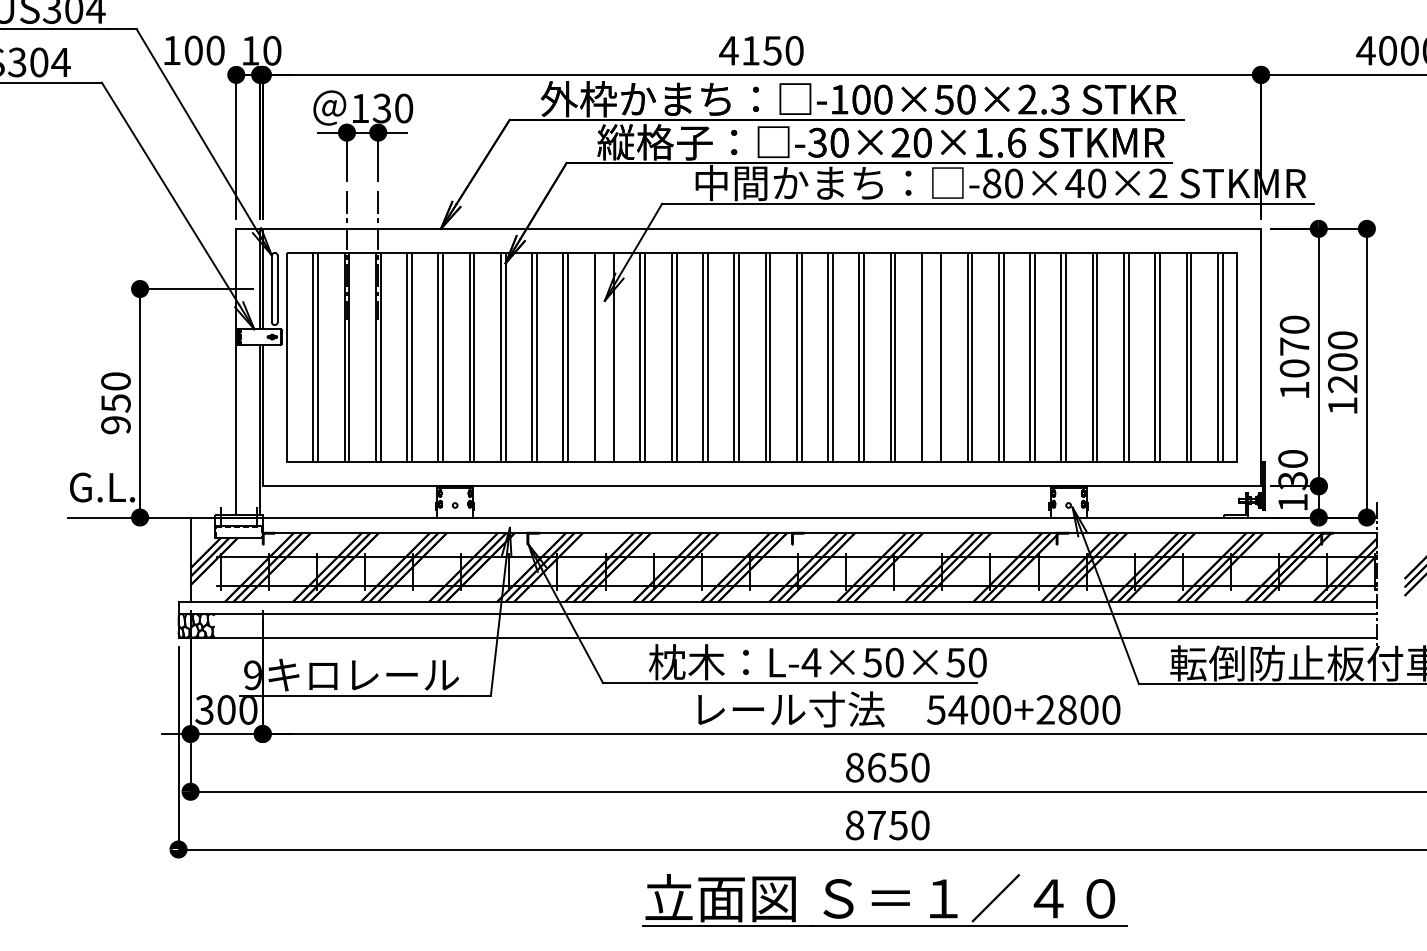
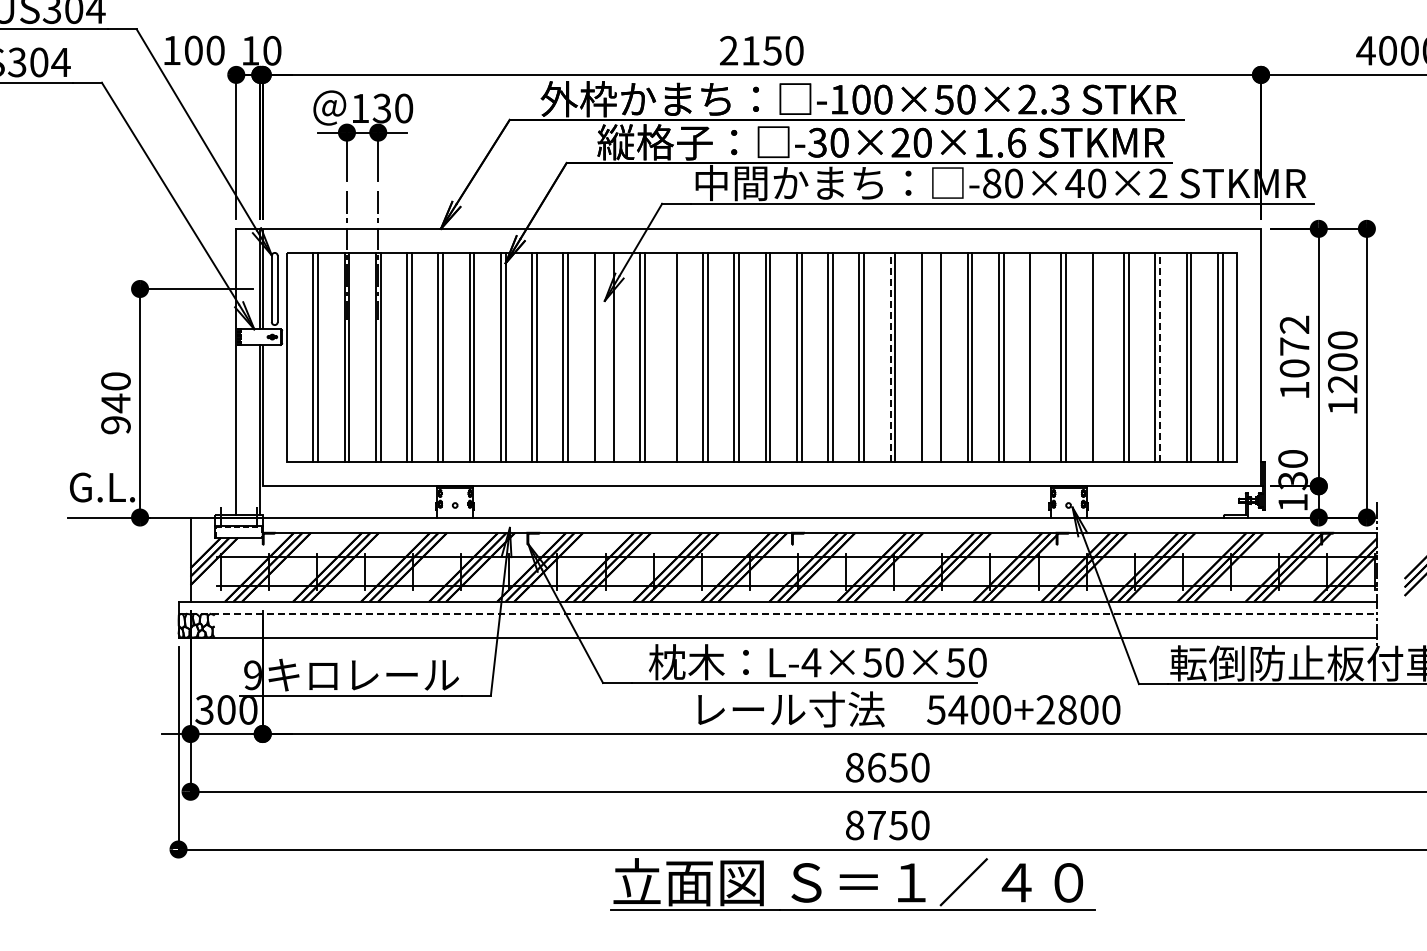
text at (728, 50): 4150 -> 2150
text at (1294, 324): 1070 -> 1072
line at (671, 357): present -> none
line at (890, 357): solid -> dashed
line at (1034, 357): present -> none
line at (1097, 357): present -> none
line at (1160, 357): solid -> dashed
text at (115, 403): 950 -> 940
line at (778, 613): solid -> dashed
part at (884, 900) position: (884, 900) -> (852, 884)
